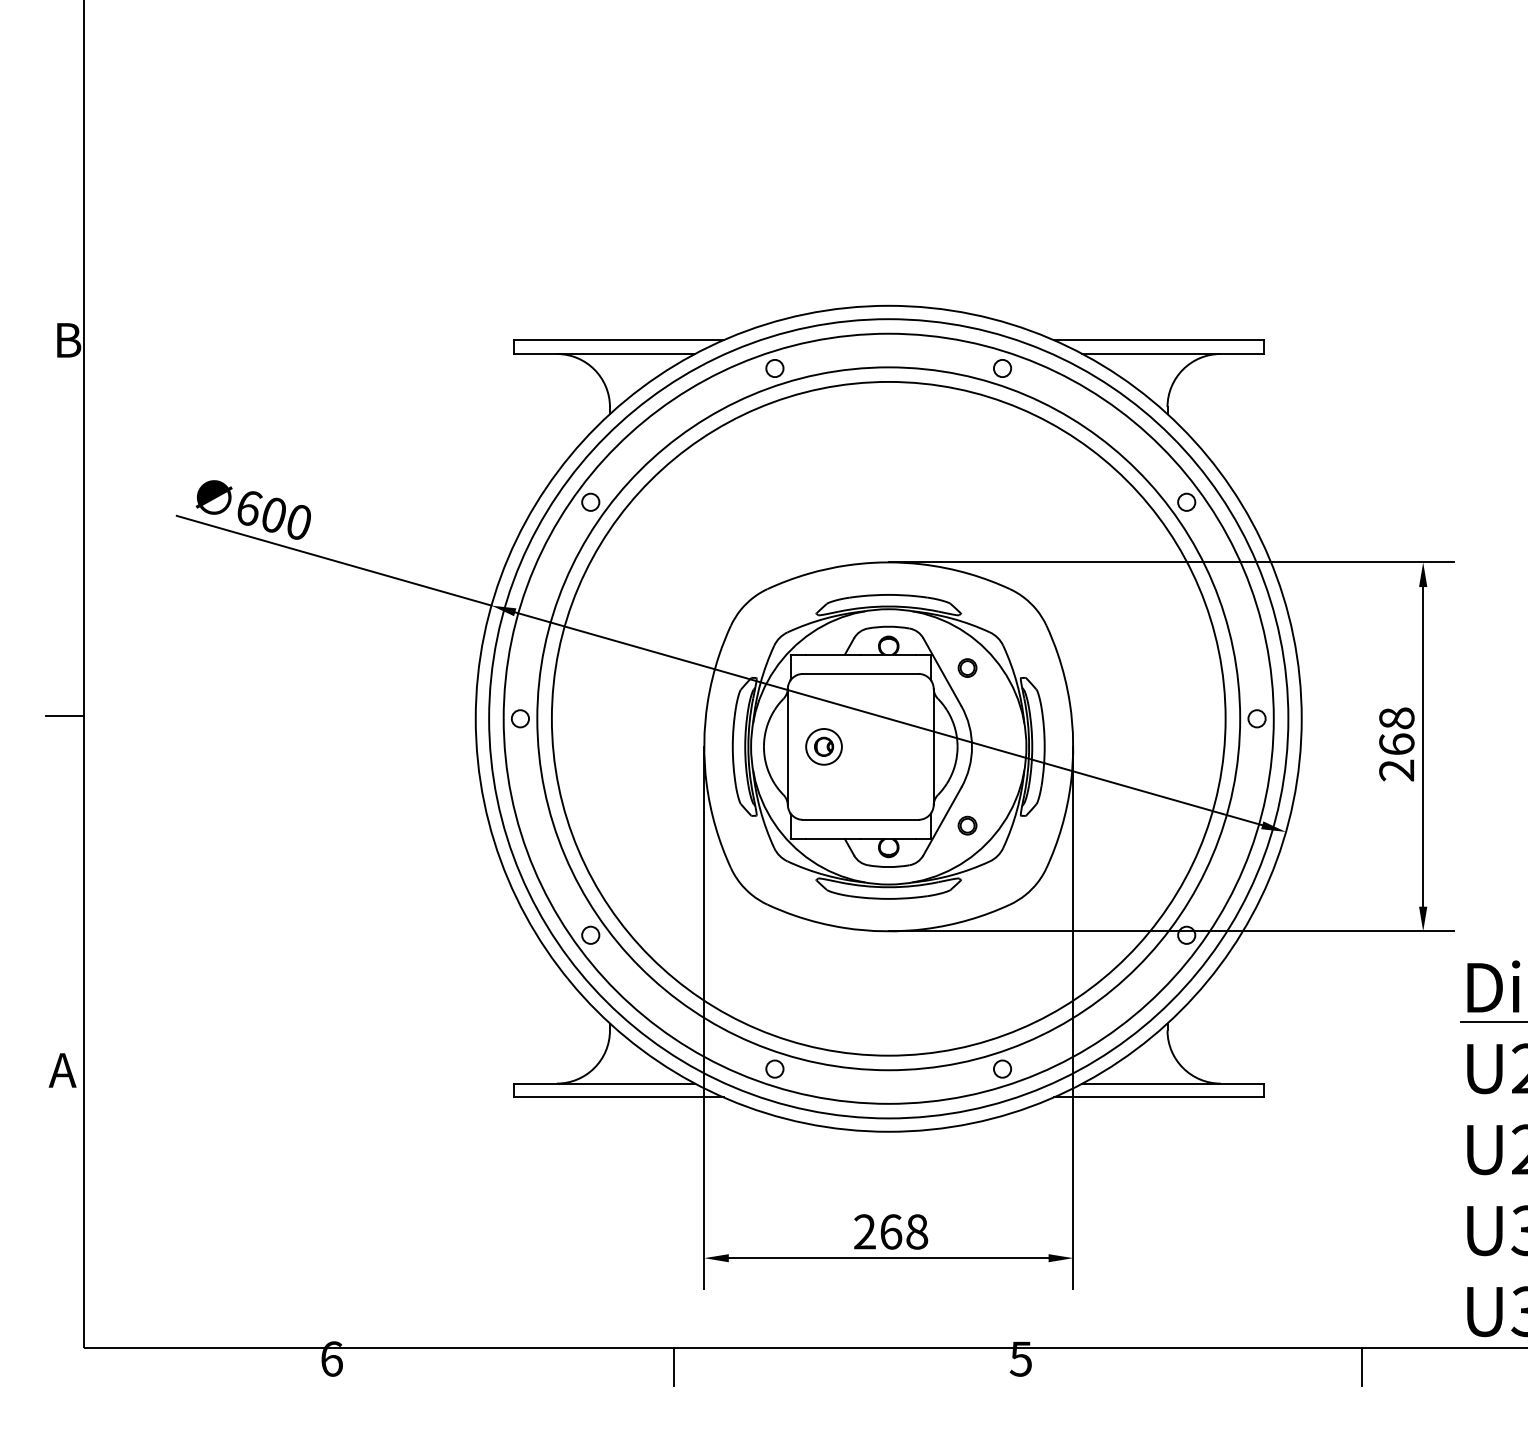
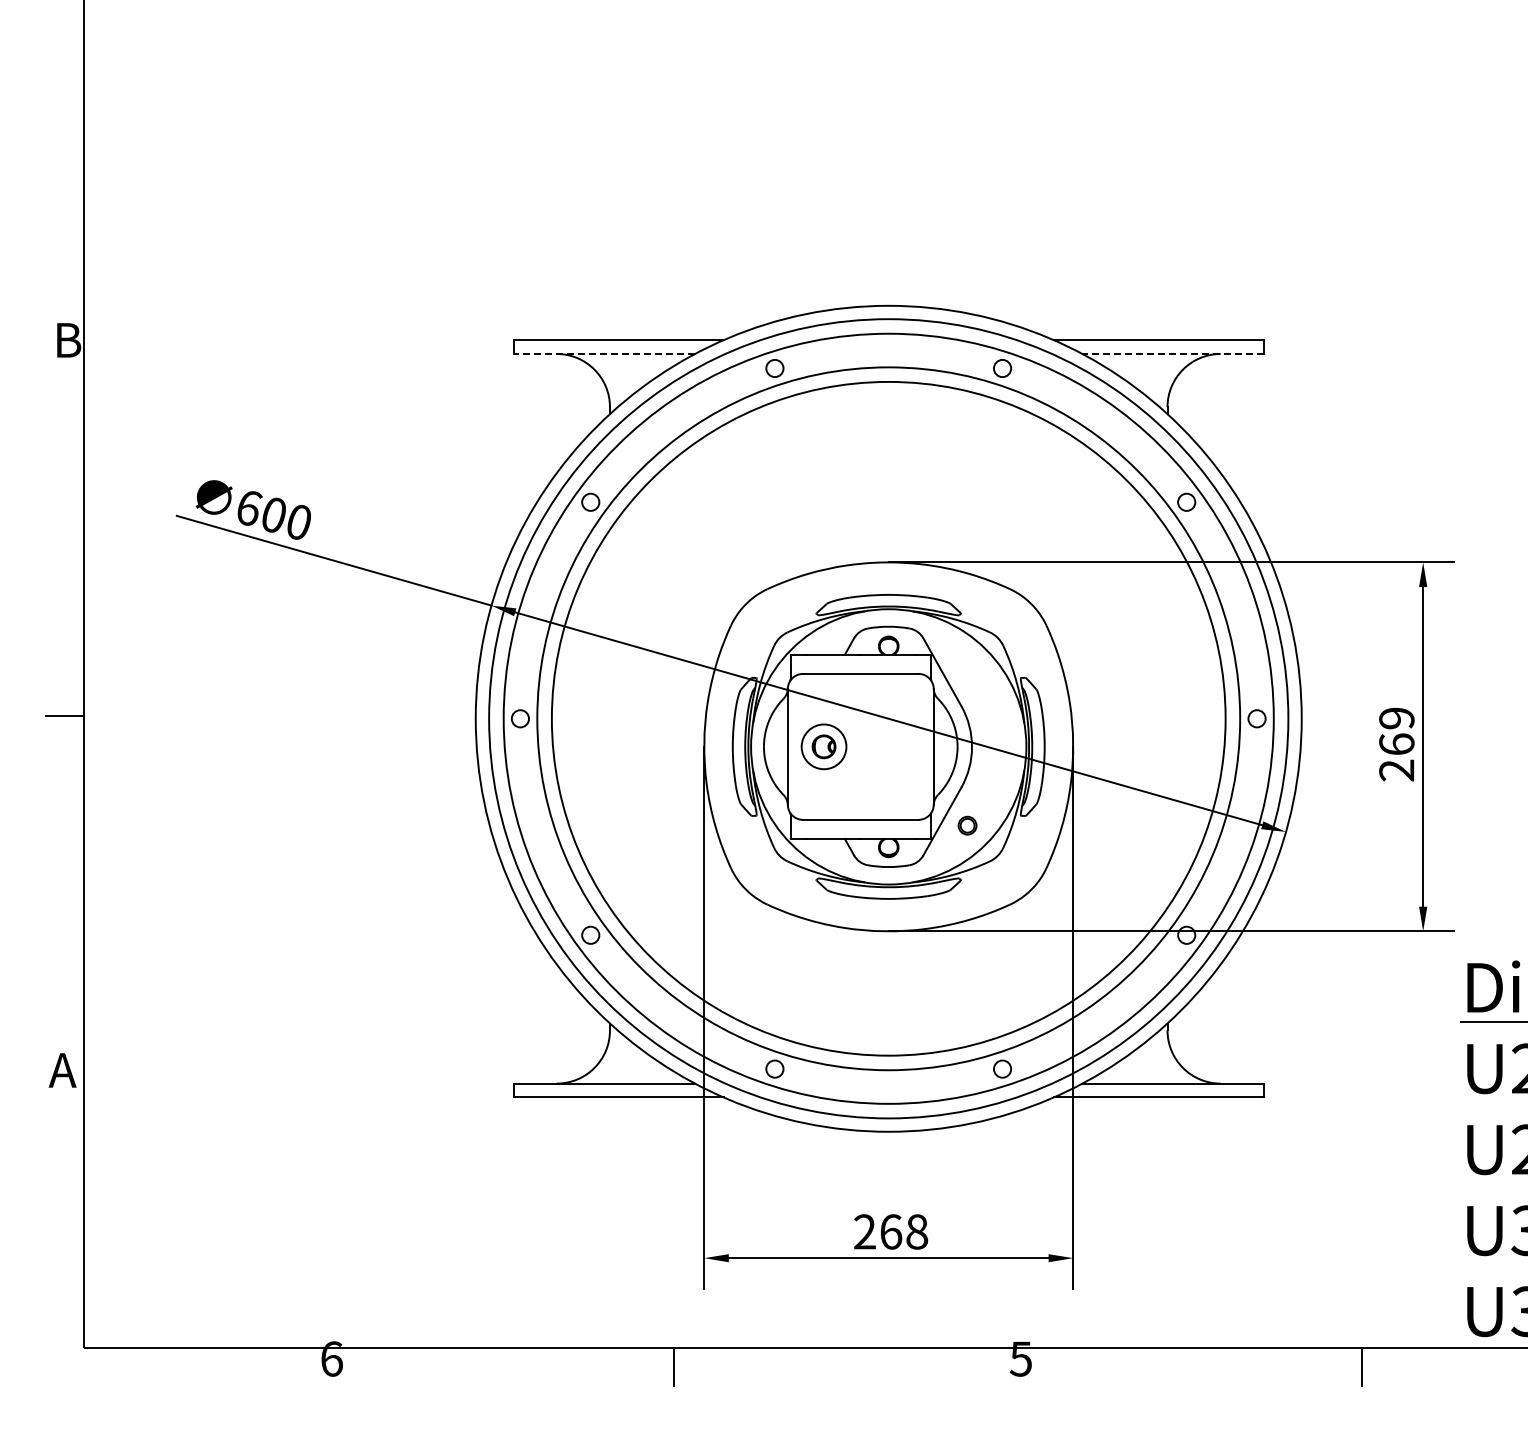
line at (604, 354): solid -> dashed
line at (1173, 354): solid -> dashed
part at (967, 667): present -> none
text at (1396, 718): 268 -> 269
part at (823, 746) size: 38x38 px -> 48x48 px
